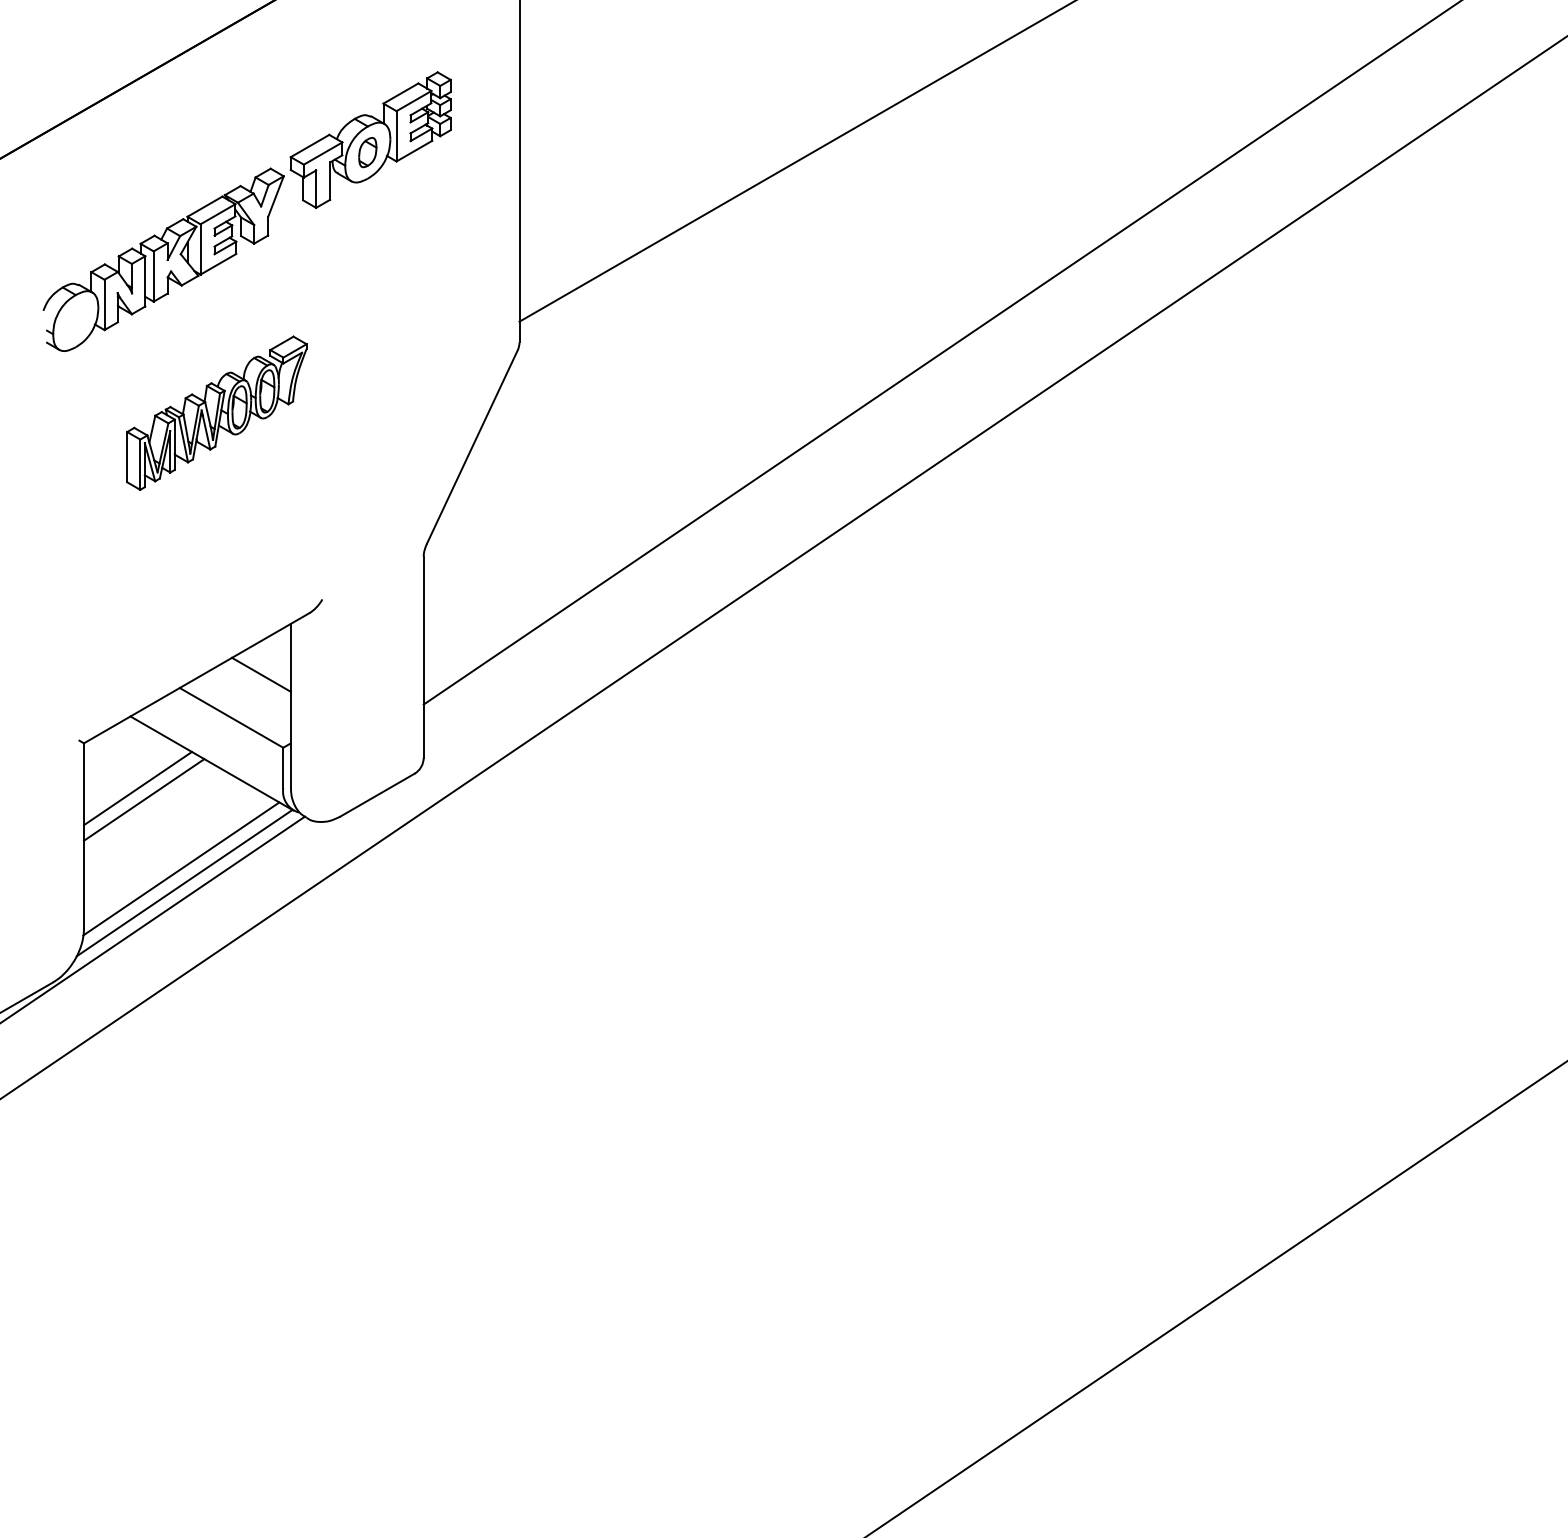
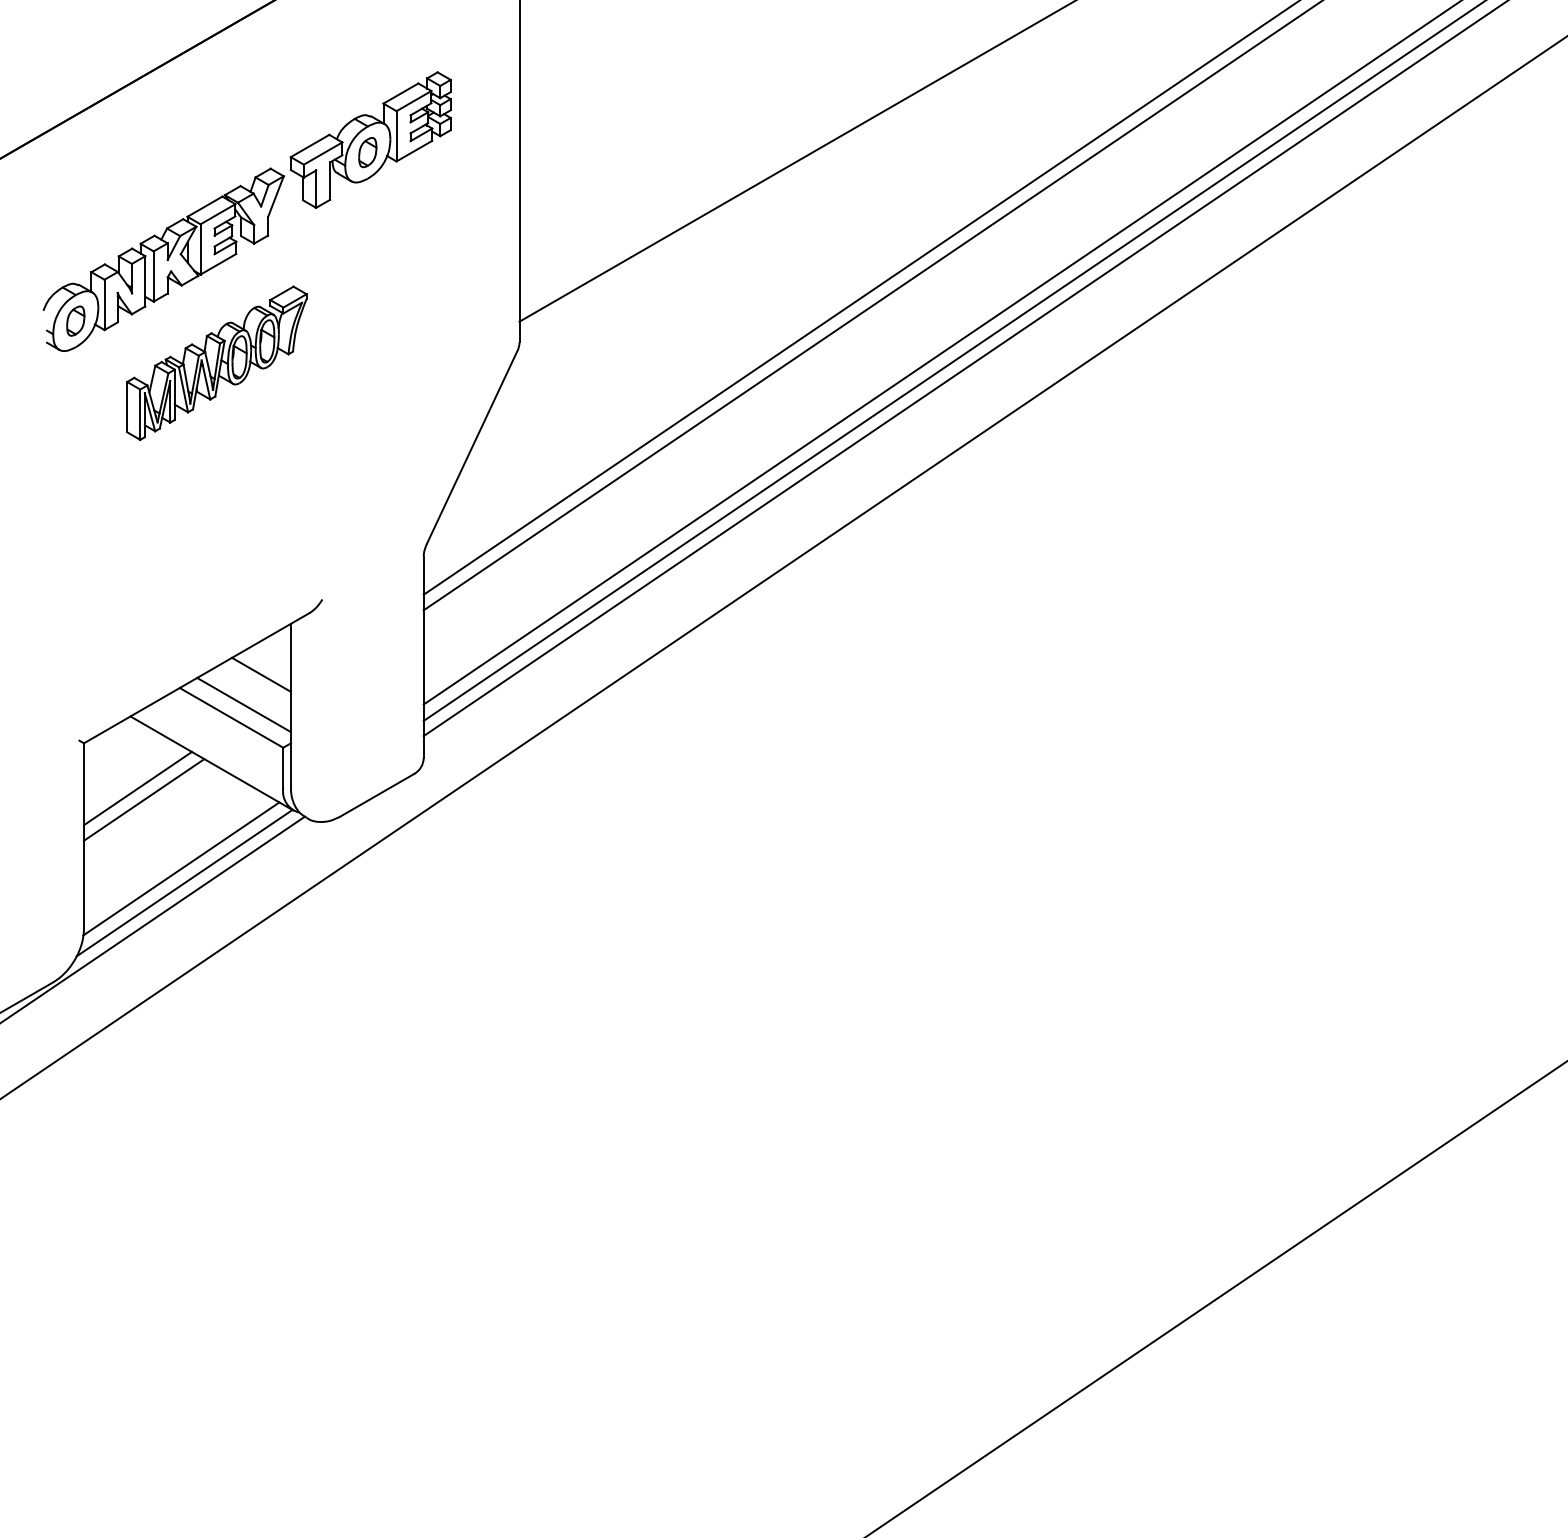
line at (859, 298): none -> present
line at (871, 306): none -> present
part at (75, 320): none -> present
line at (952, 361): none -> present
line at (964, 369): none -> present
part at (216, 412) position: (216, 412) -> (216, 362)
line at (243, 704): none -> present
